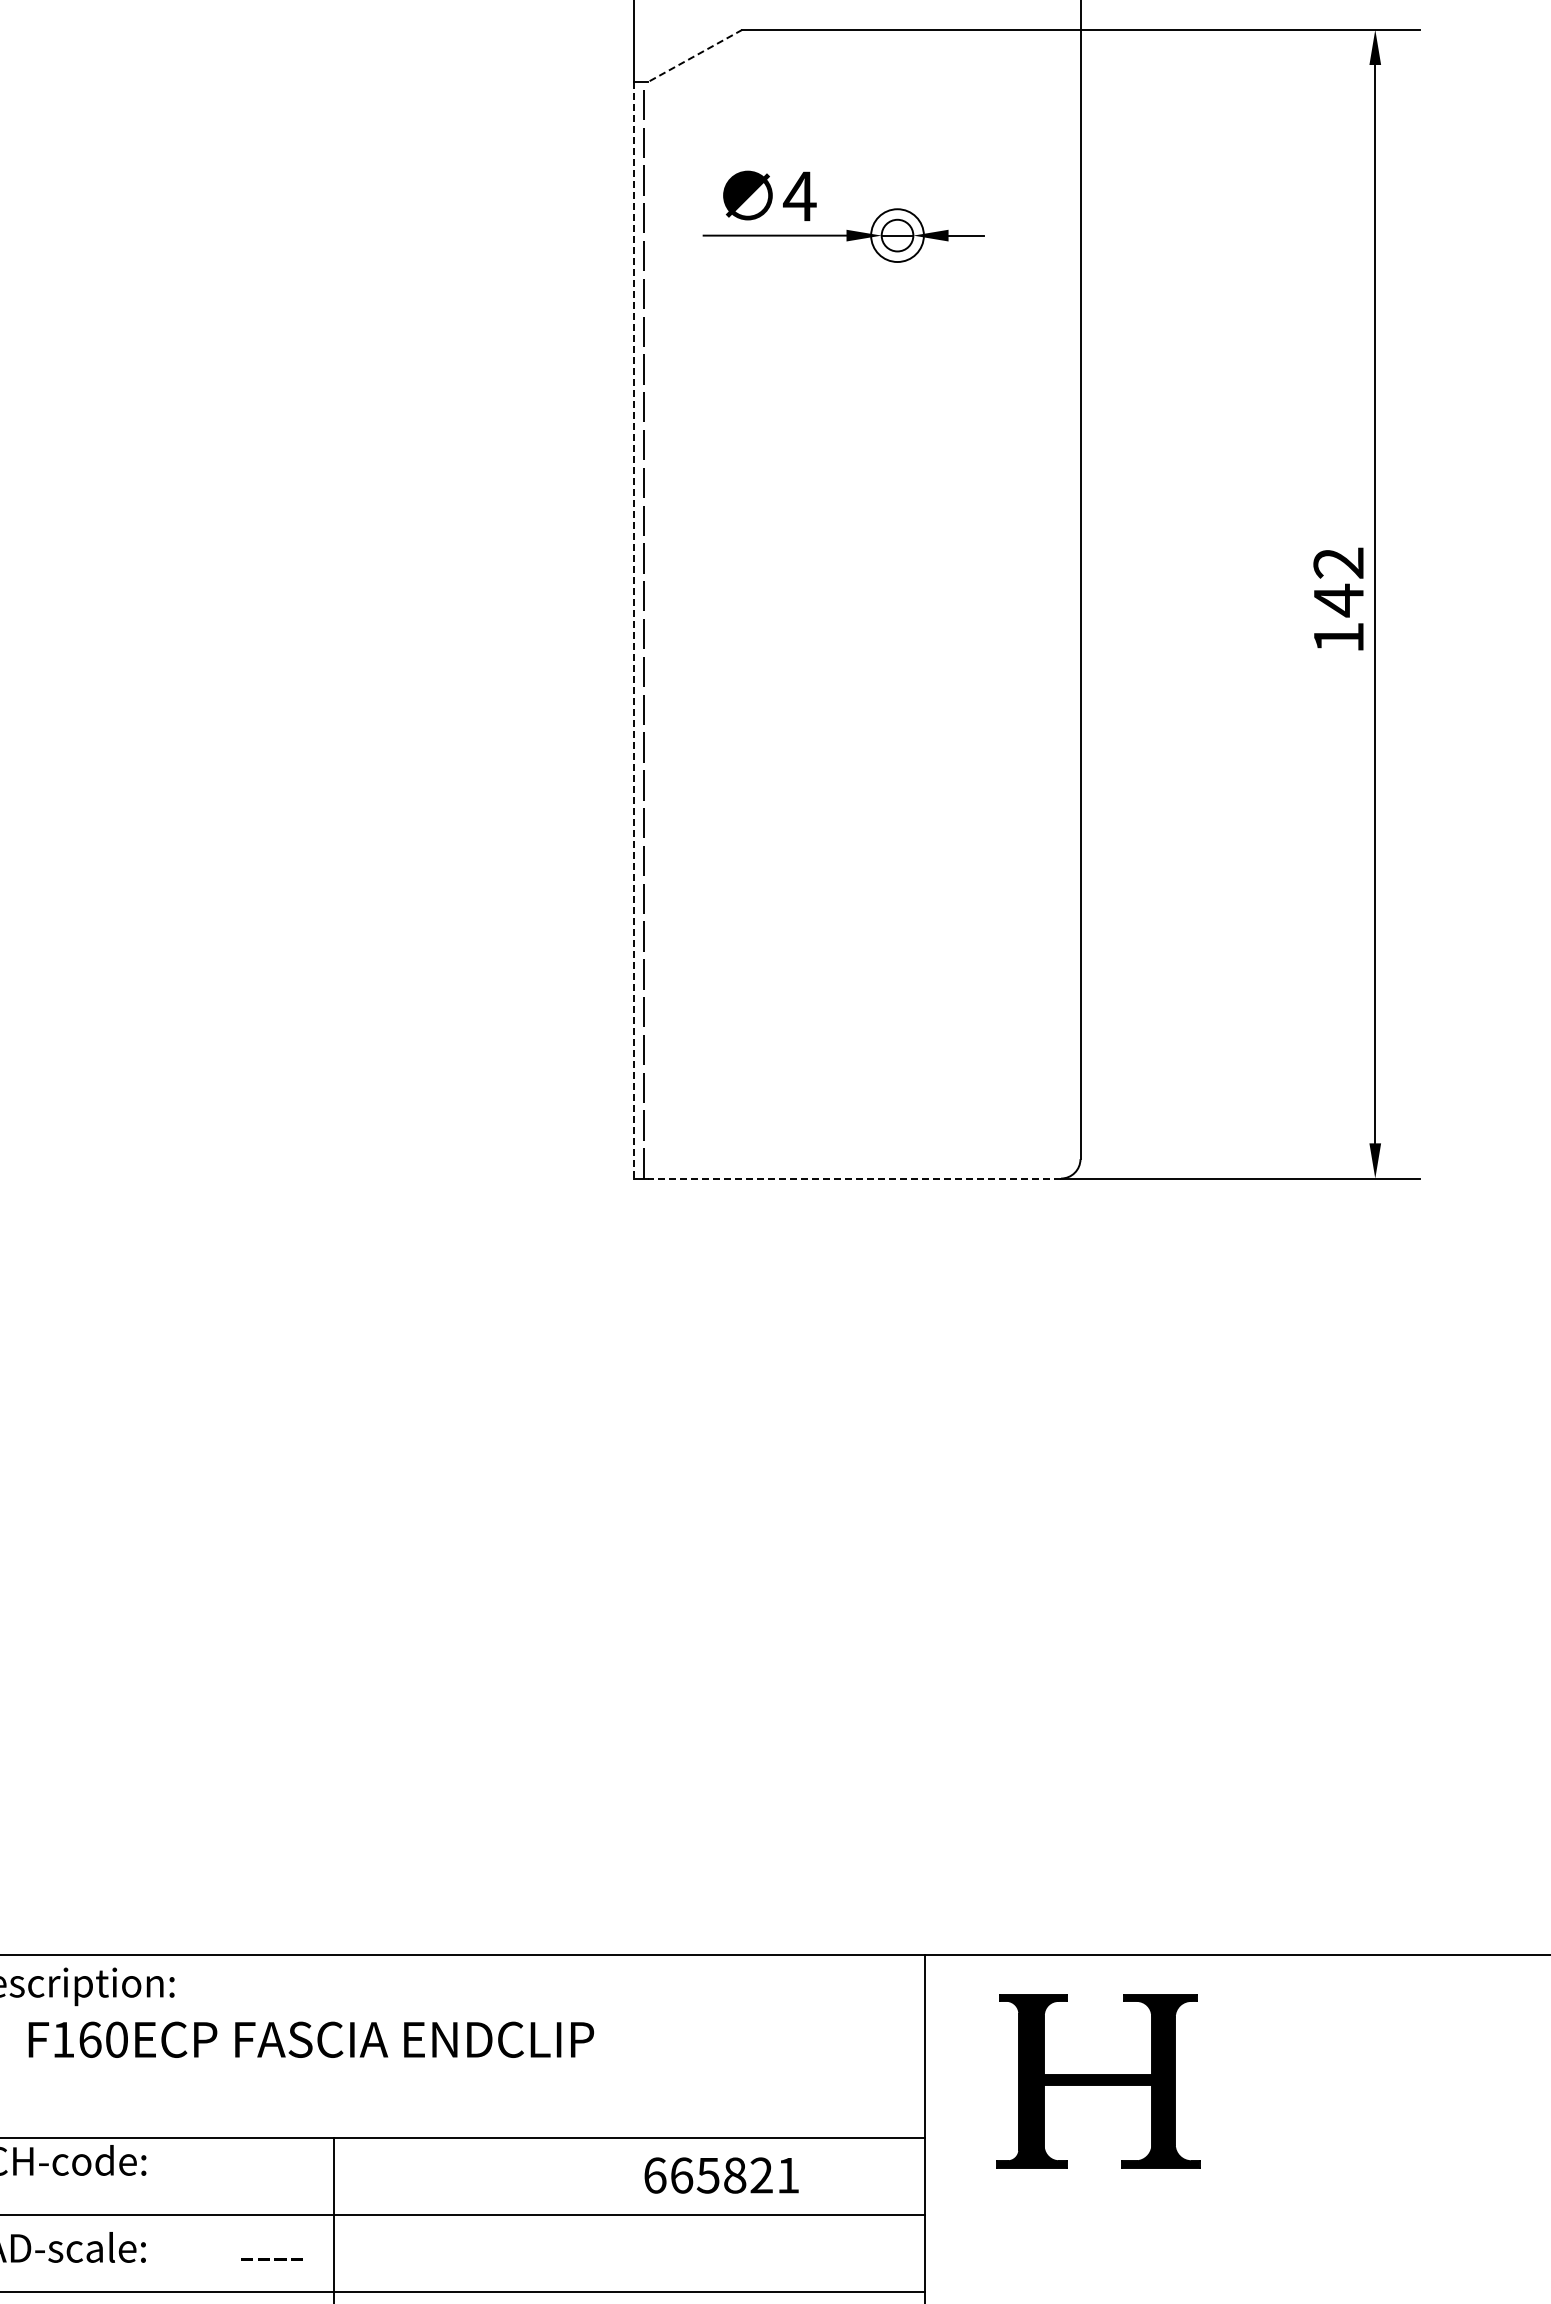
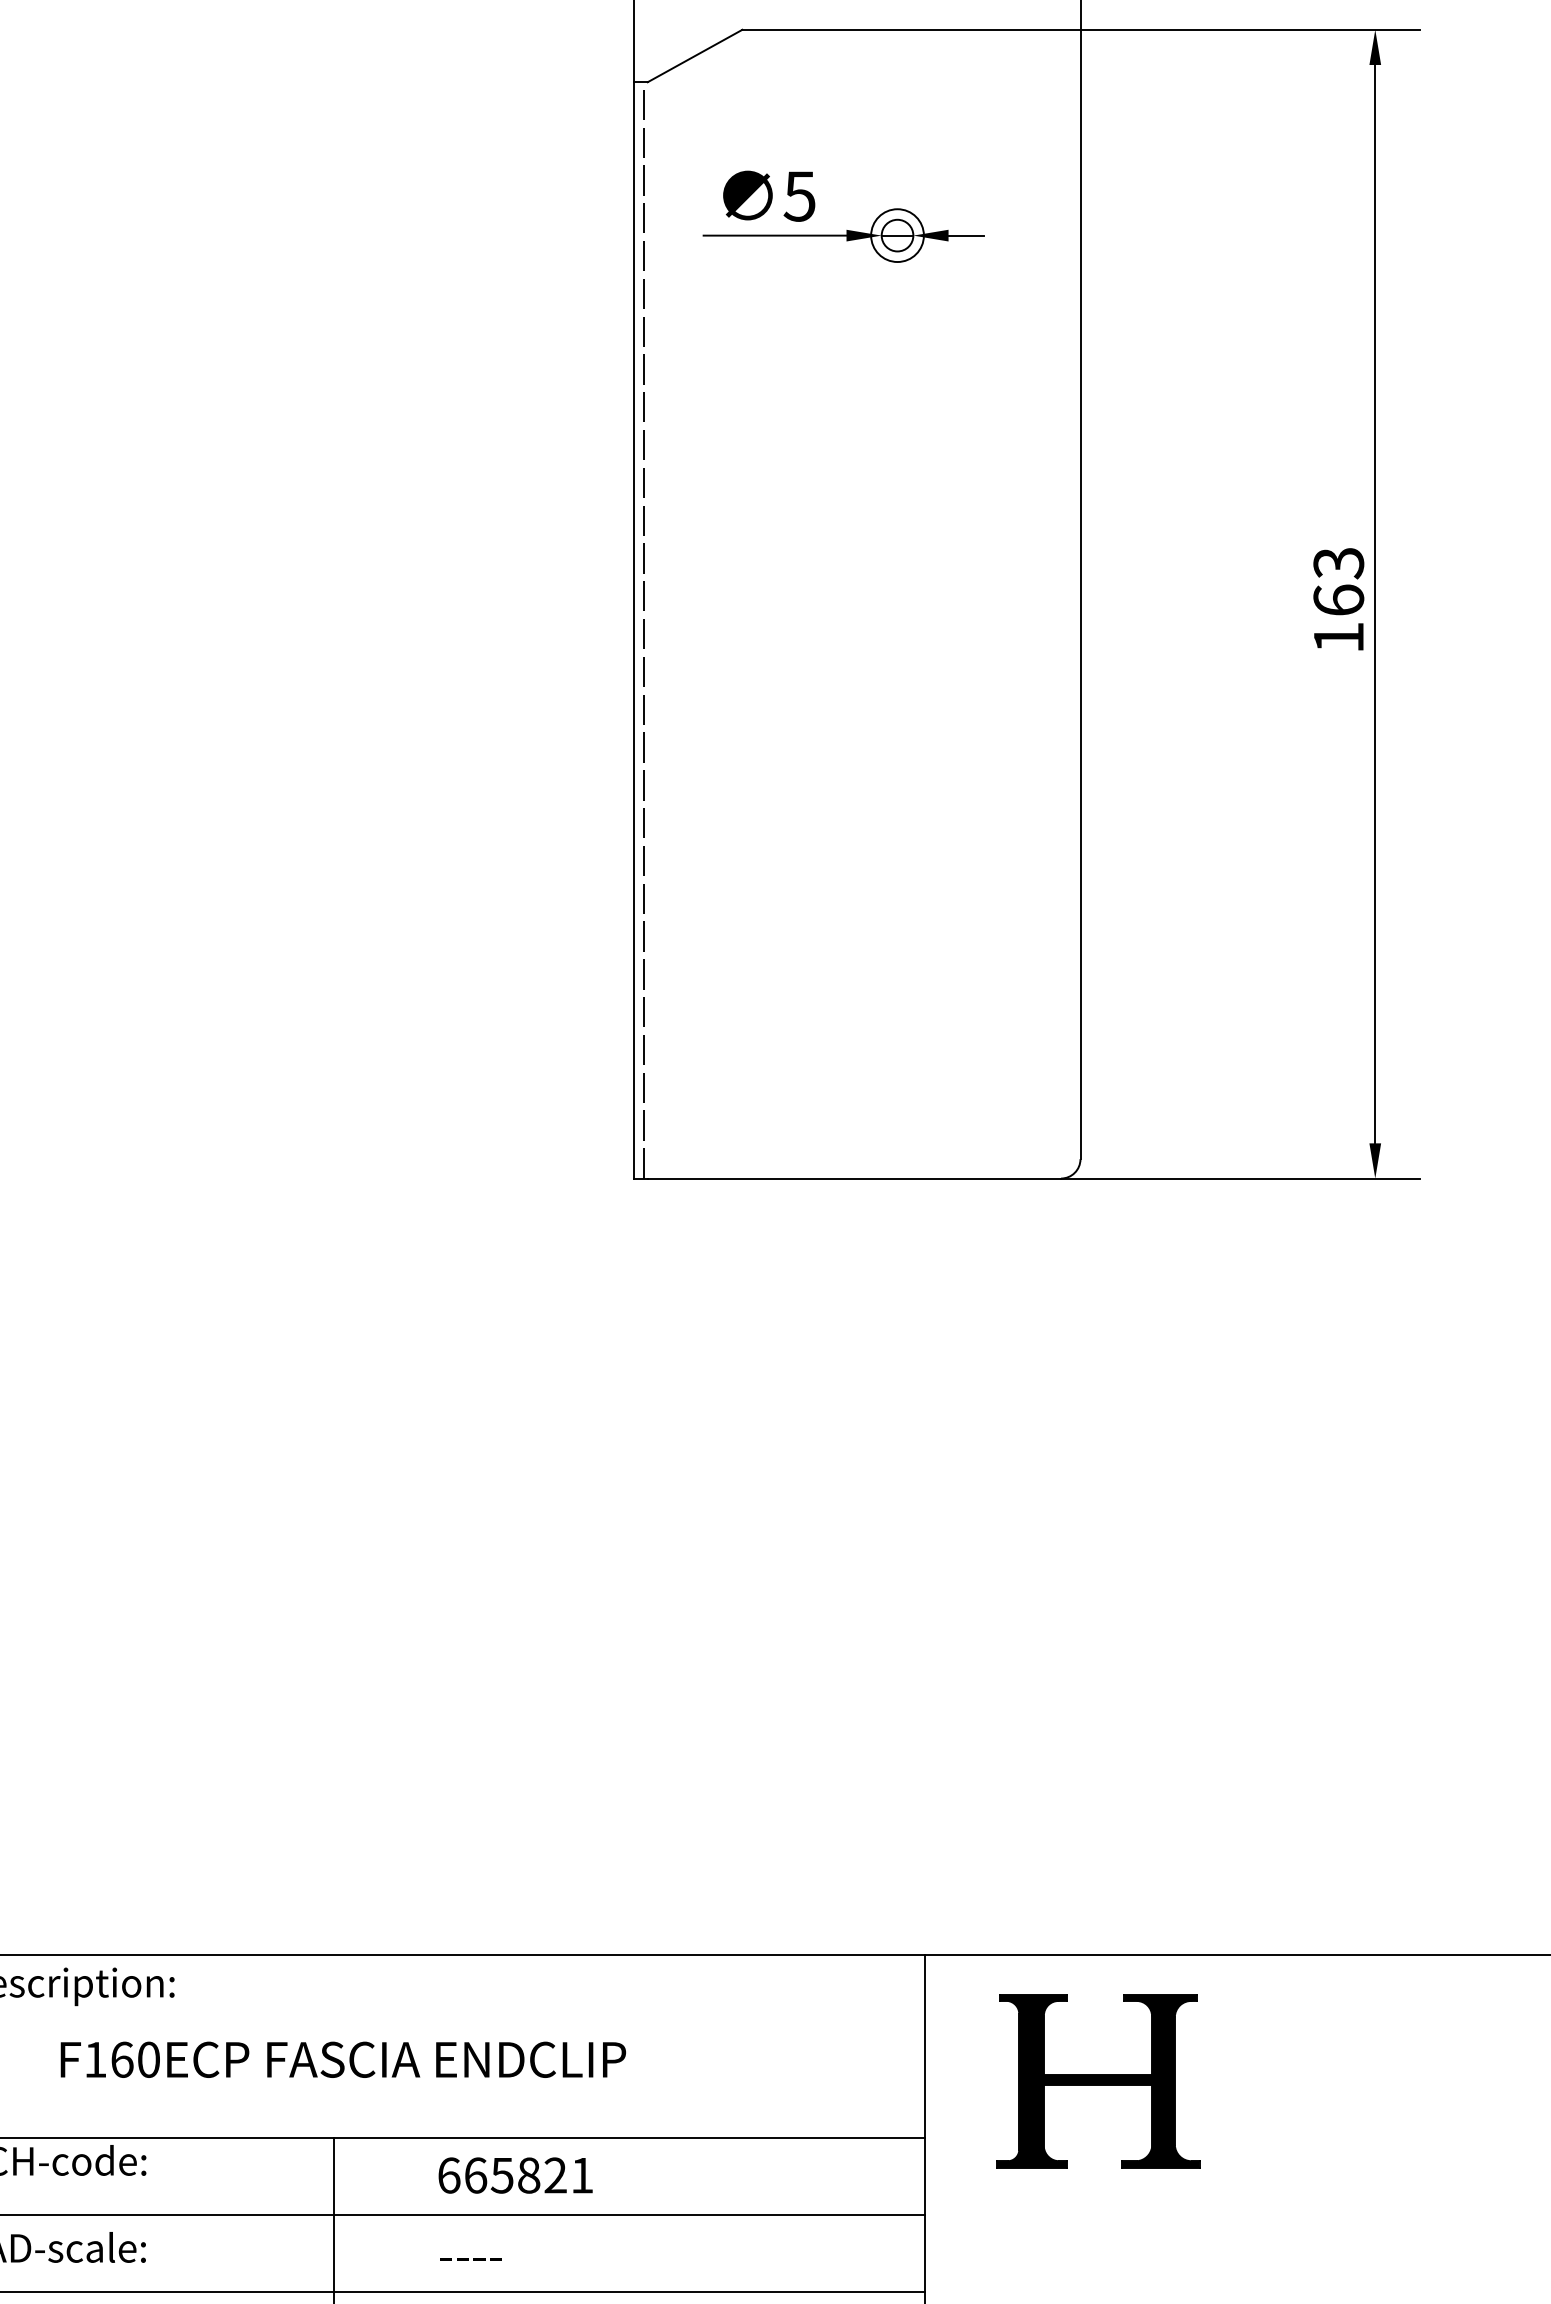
line at (694, 56): dashed -> solid
text at (799, 196): 4 -> 5
text at (1338, 582): 142 -> 163
line at (633, 630): dashed -> solid
line at (854, 1178): dashed -> solid
text at (310, 2039) position: (310, 2039) -> (342, 2059)
text at (721, 2175) position: (721, 2175) -> (515, 2175)
text at (271, 2259) position: (271, 2259) -> (470, 2259)
